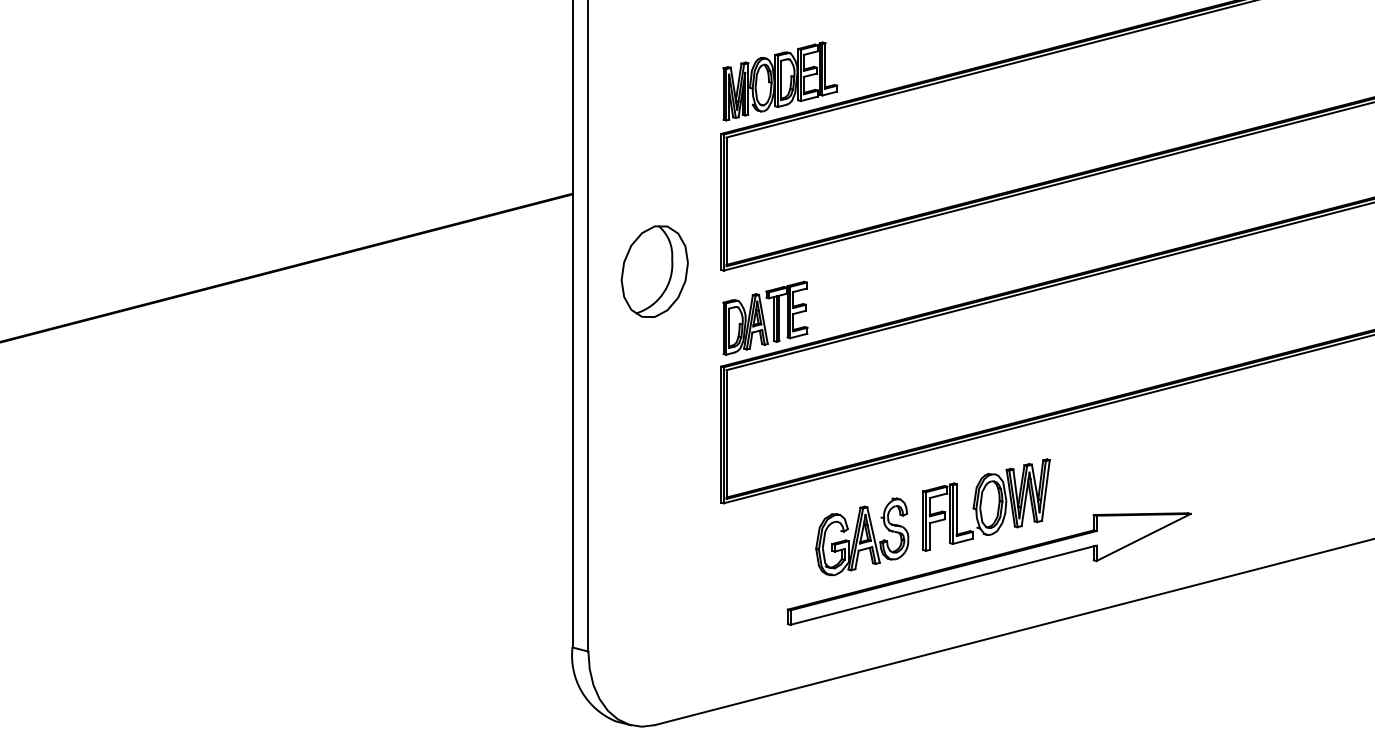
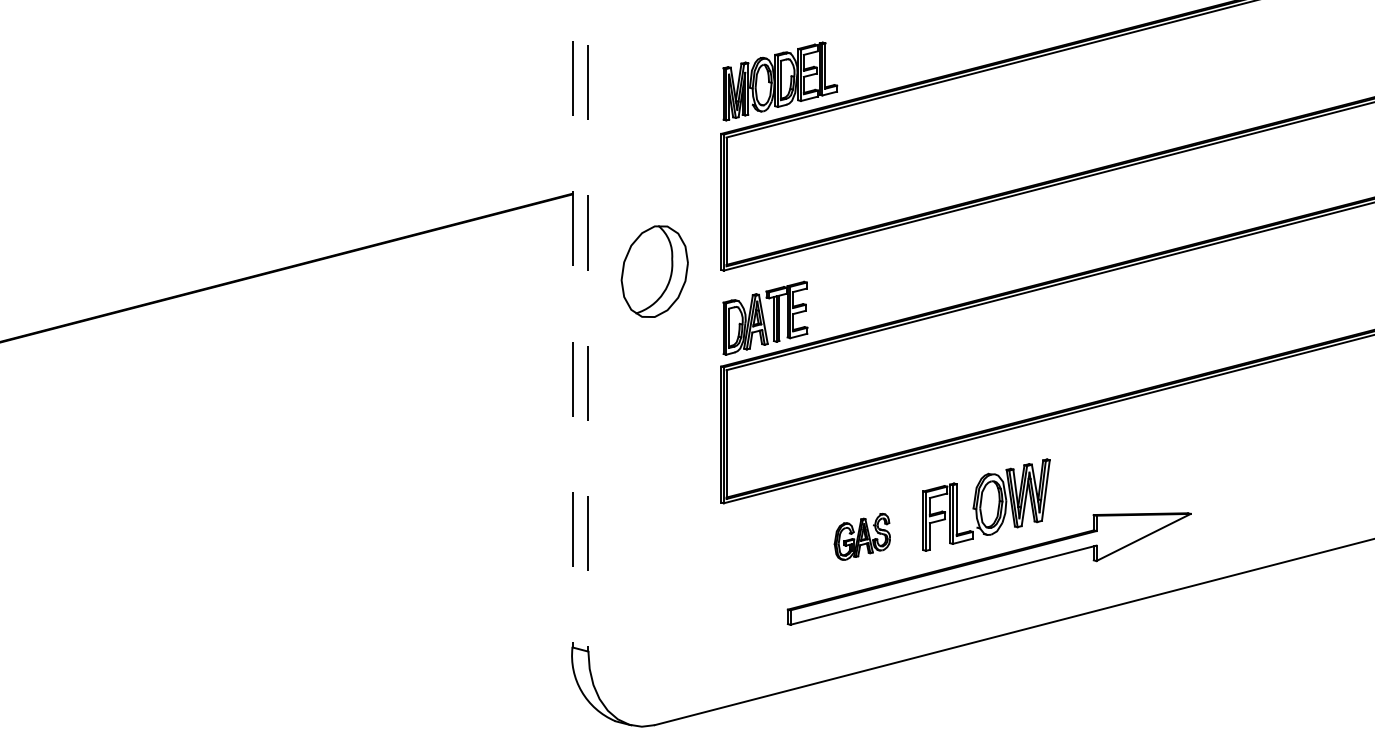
line at (572, 324): solid -> dashed
line at (588, 326): solid -> dashed
part at (862, 536) size: 95x80 px -> 58x49 px
